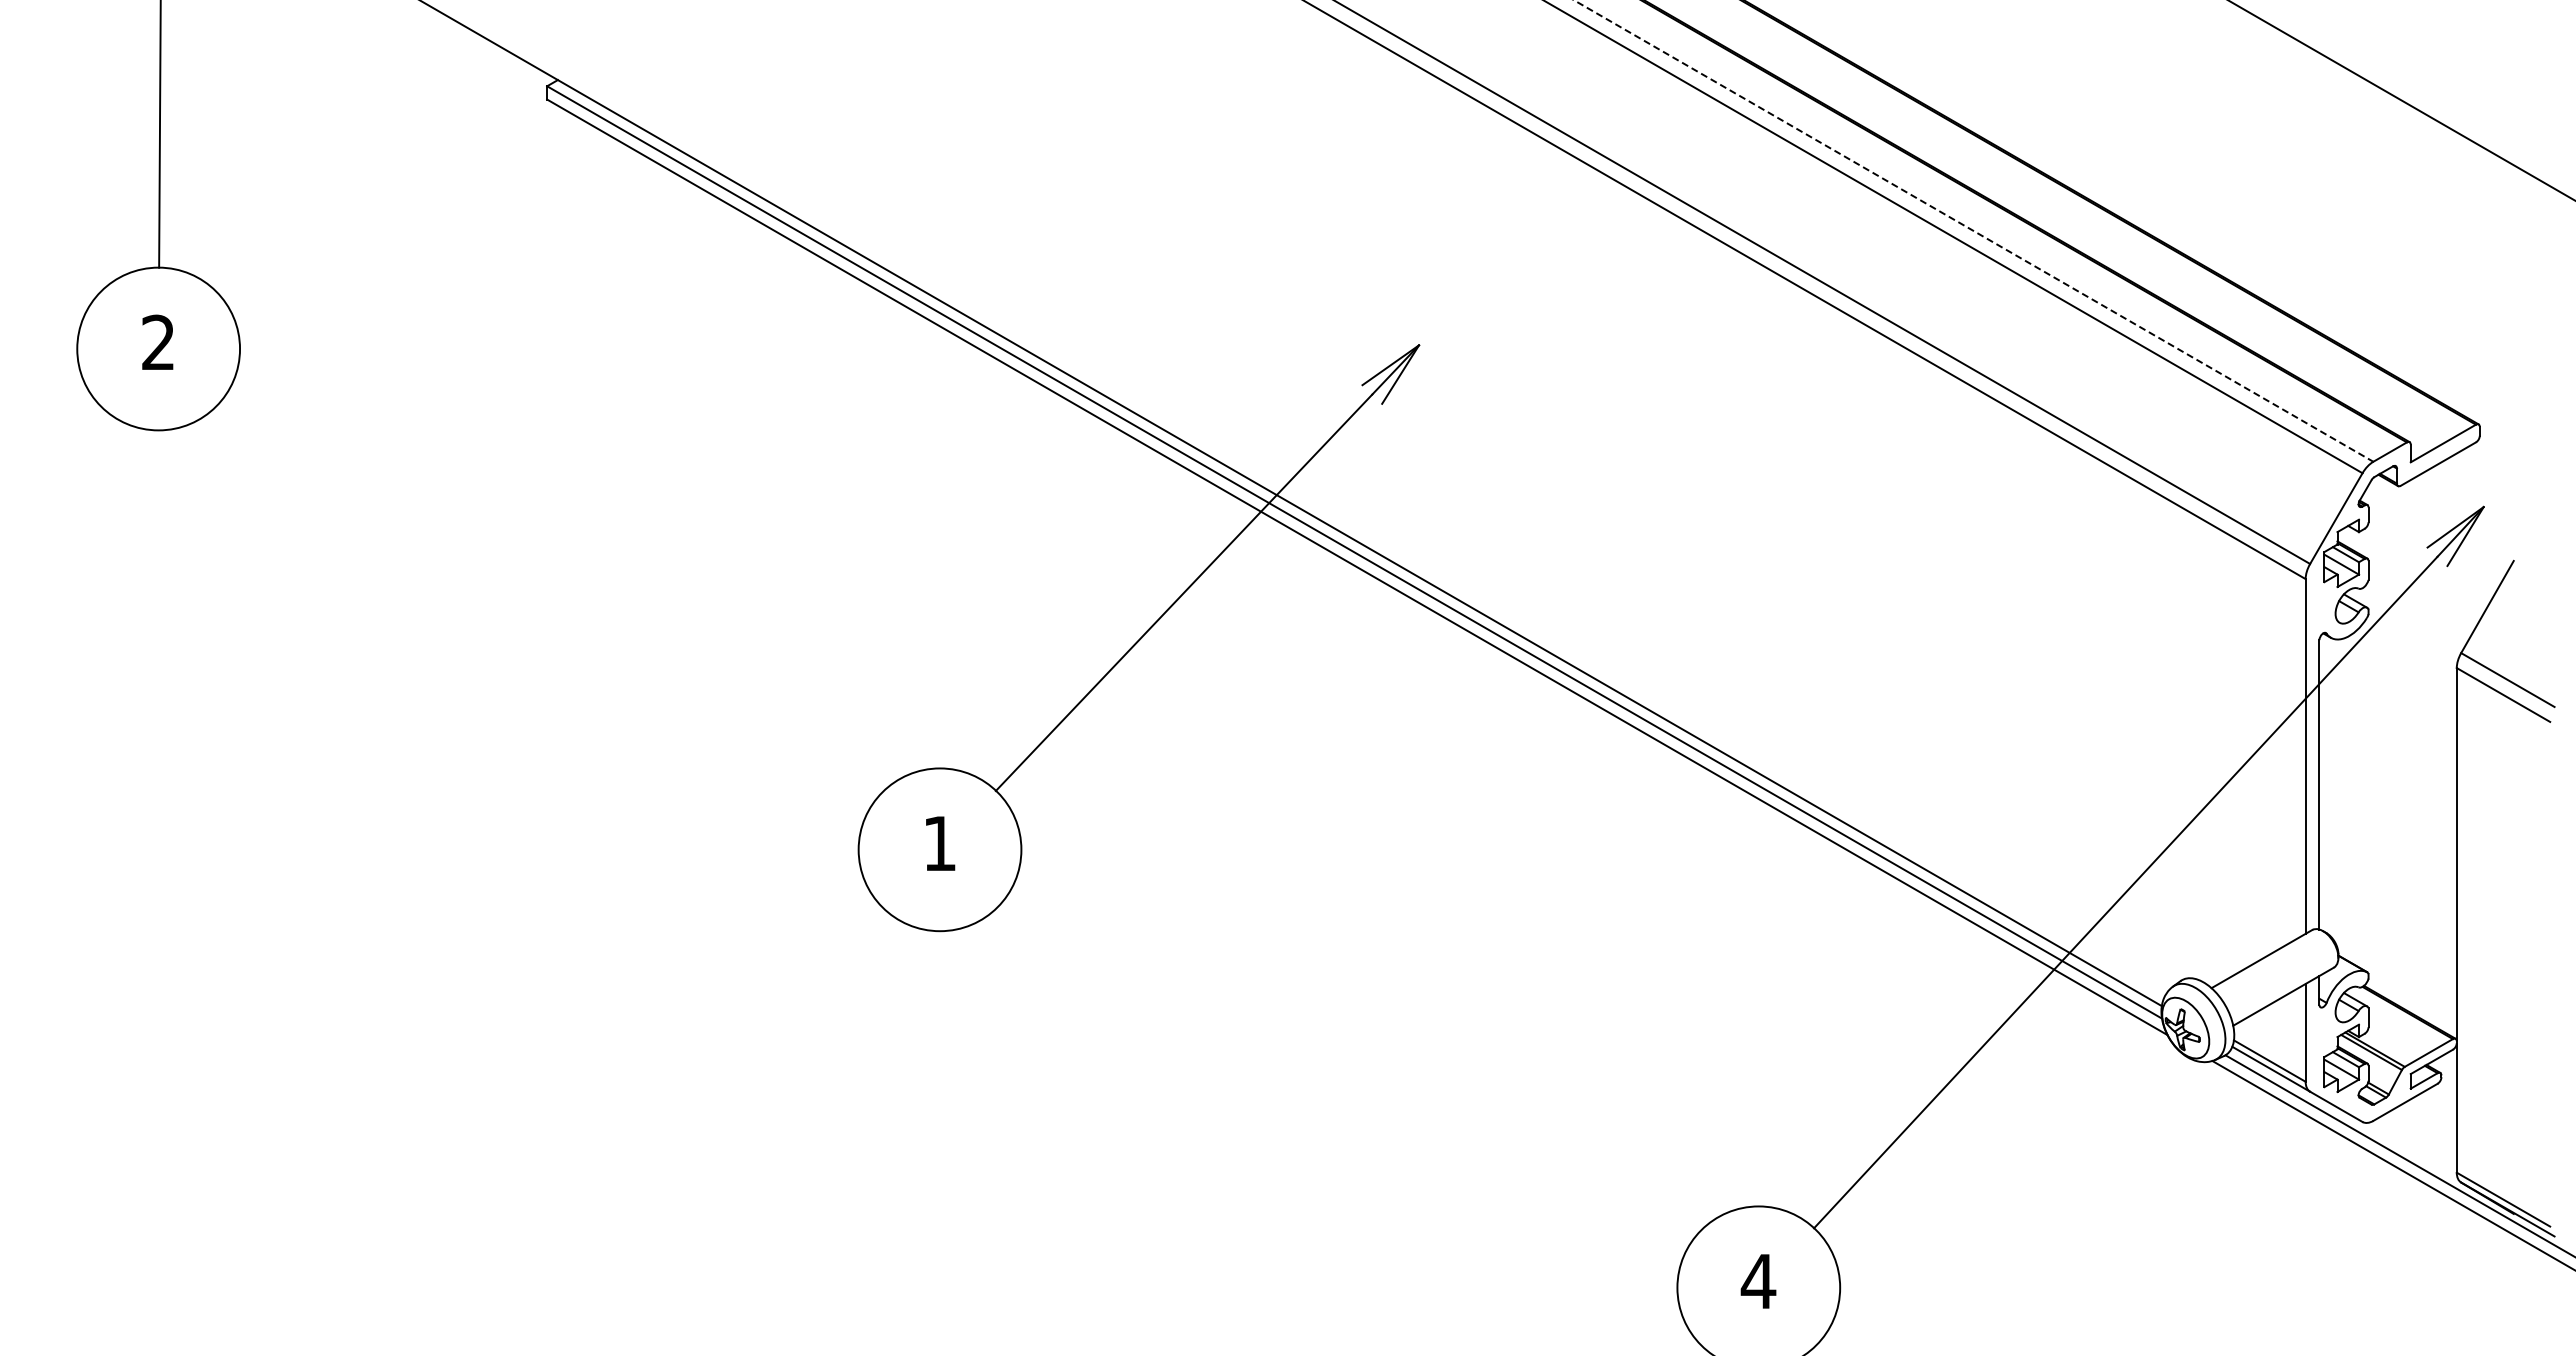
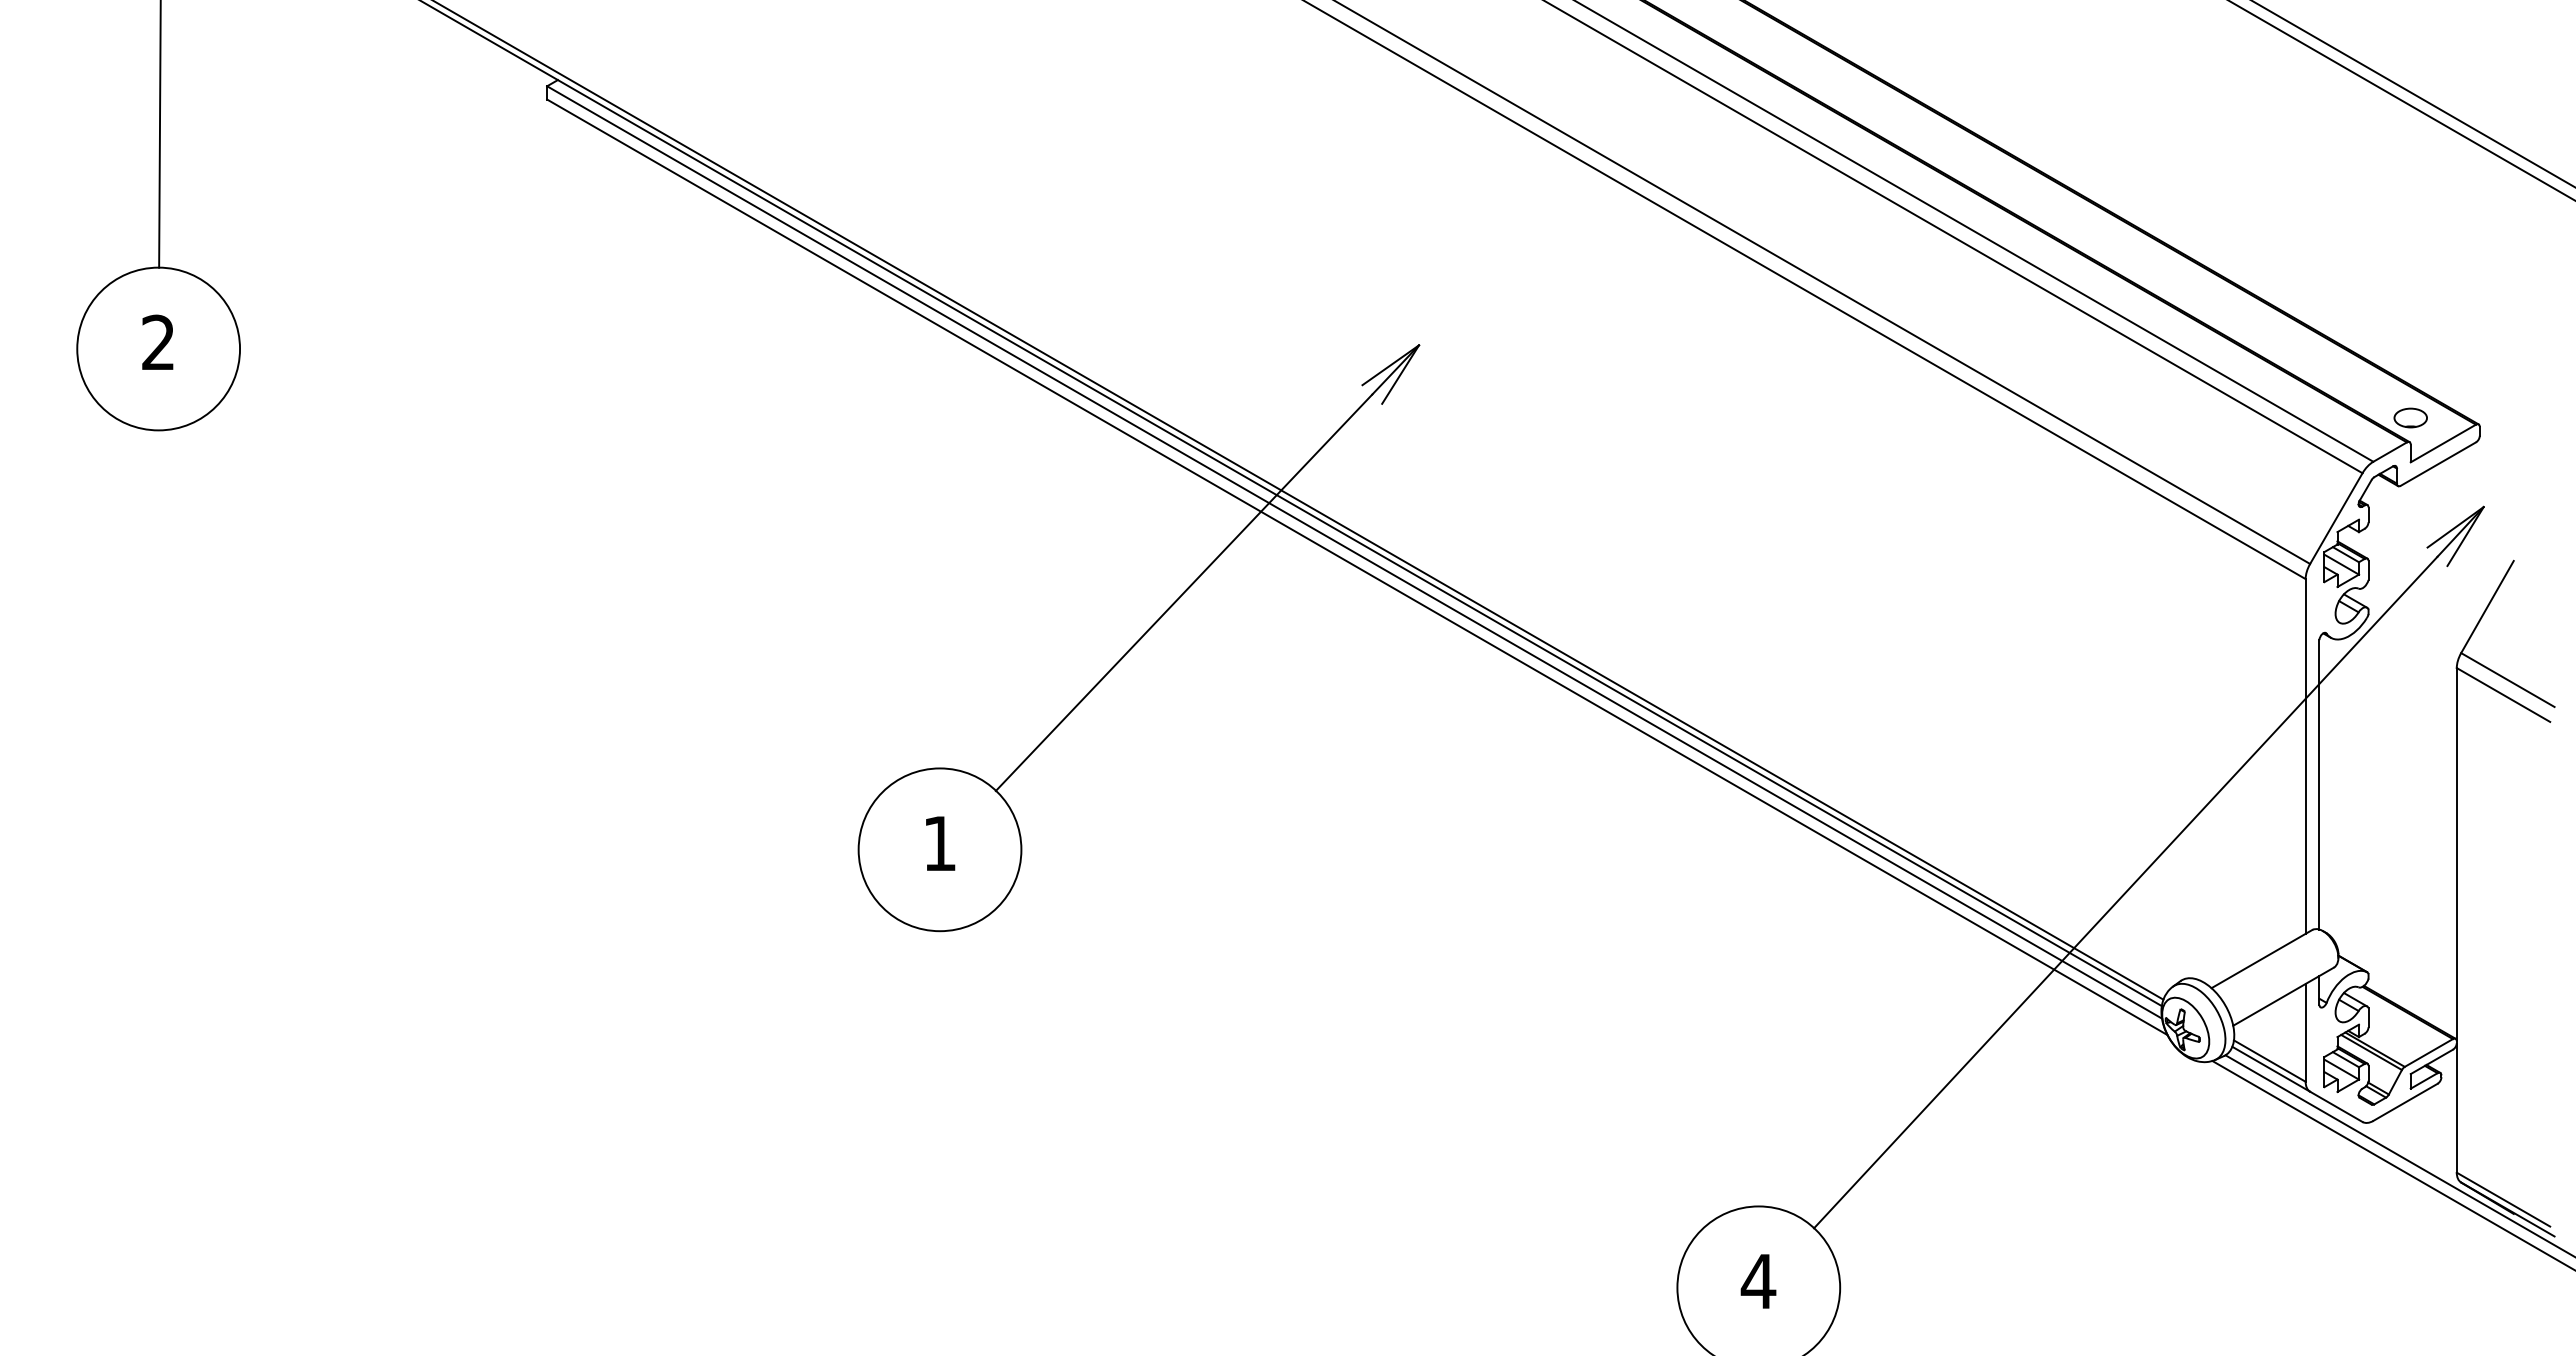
line at (2413, 93): none -> present
line at (1974, 231): dashed -> solid
part at (2410, 417): none -> present
line at (1299, 500): none -> present
